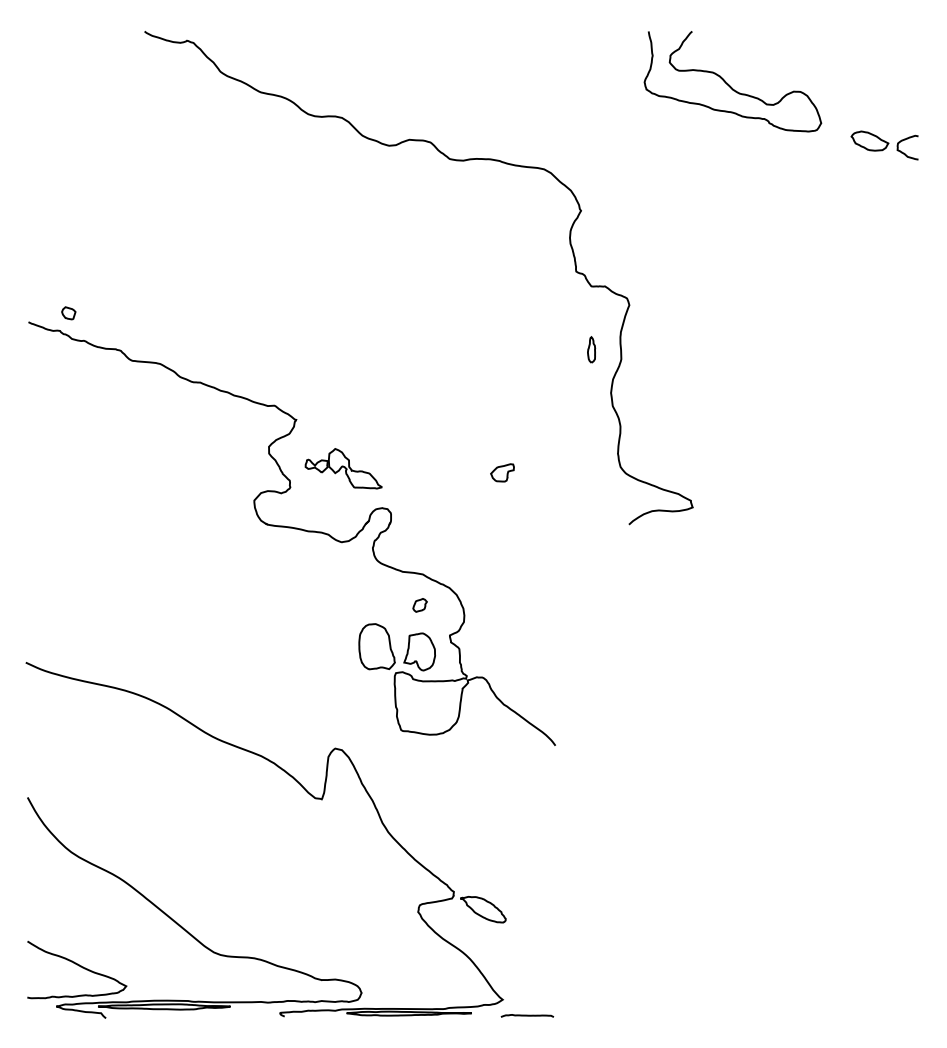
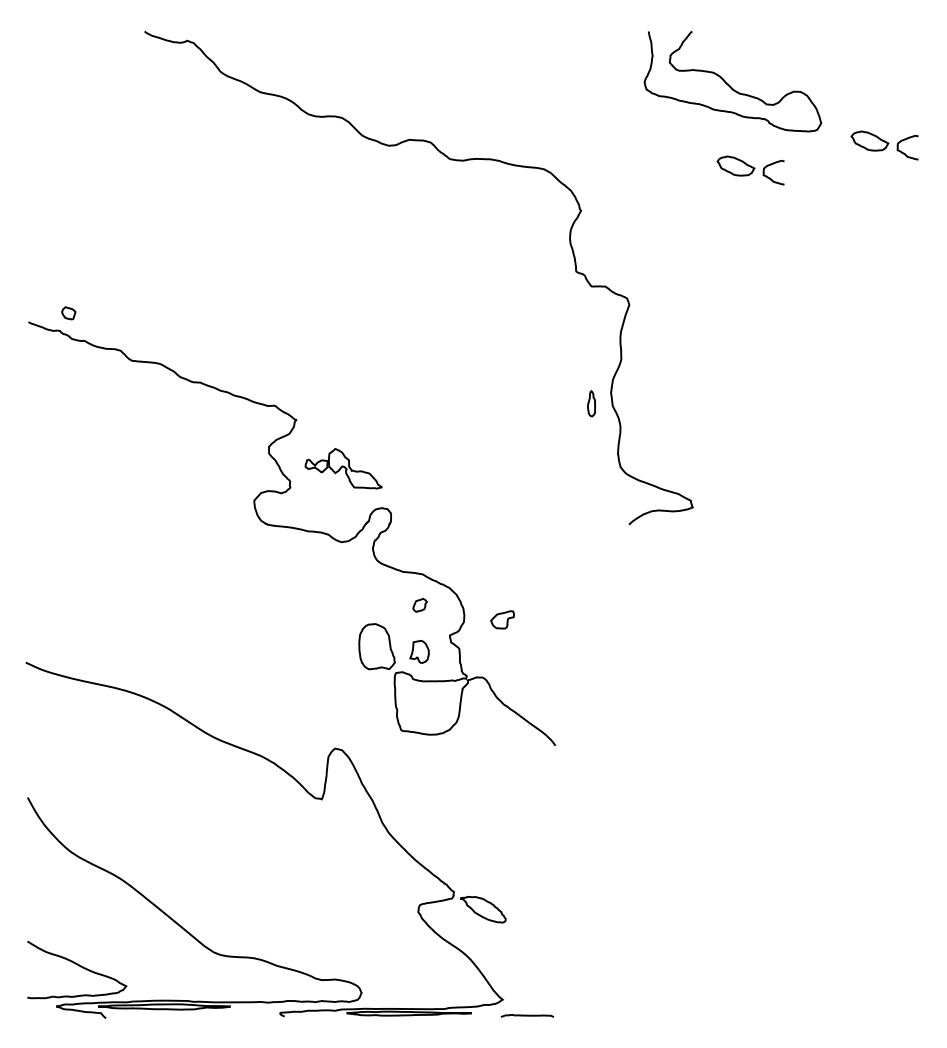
part at (750, 170): none -> present
part at (591, 349) position: (591, 349) -> (591, 403)
part at (502, 472) position: (502, 472) -> (502, 619)
part at (419, 651) size: 33x40 px -> 21x24 px
